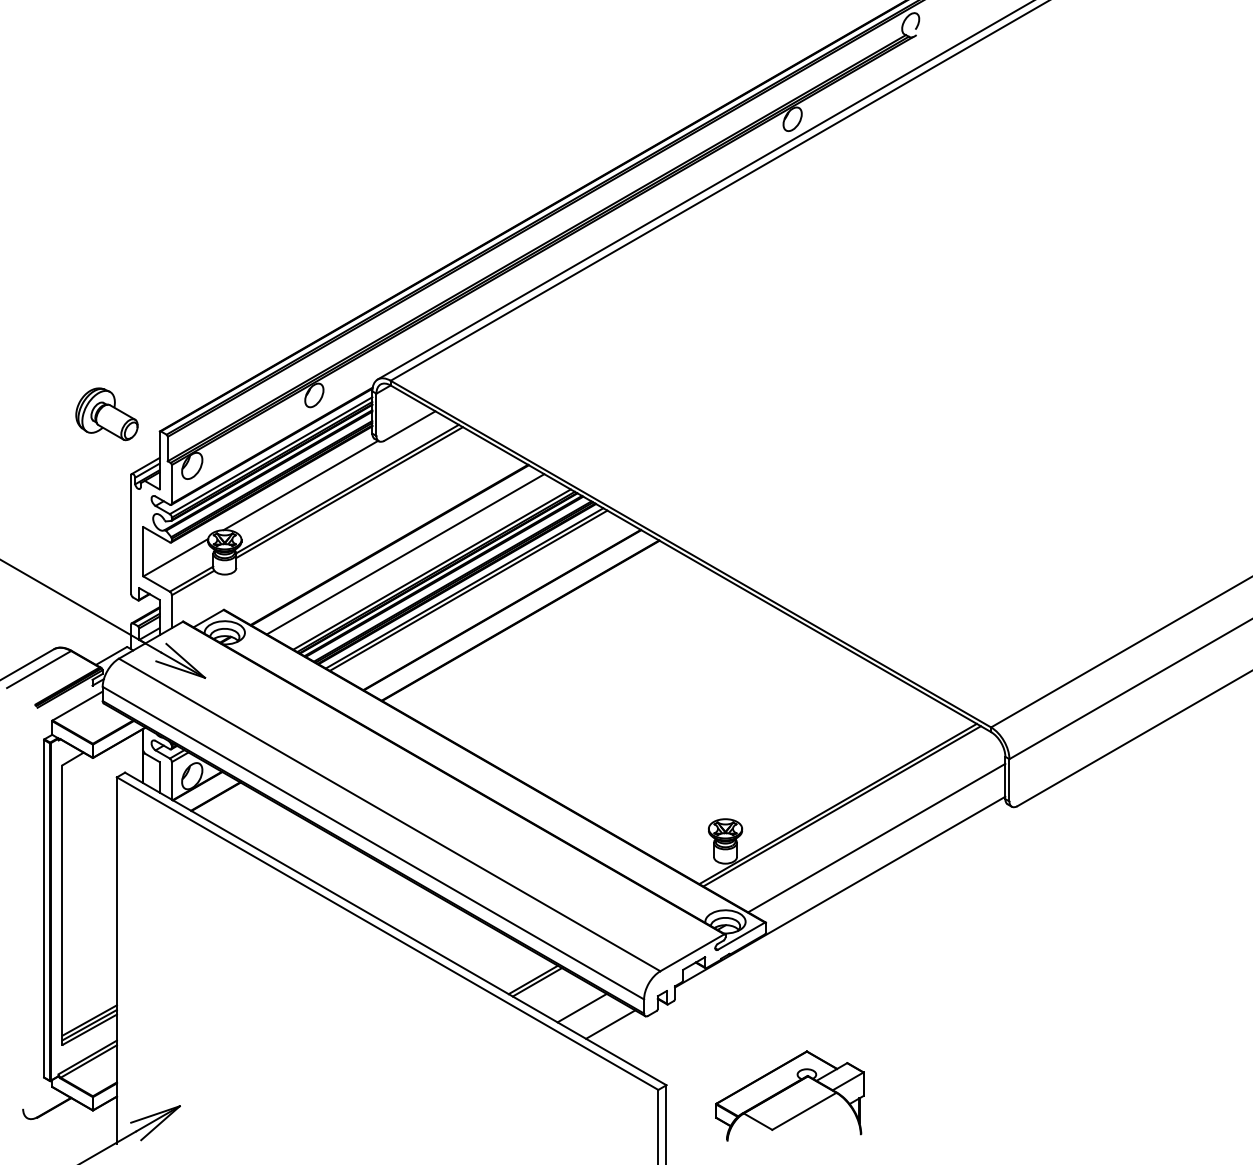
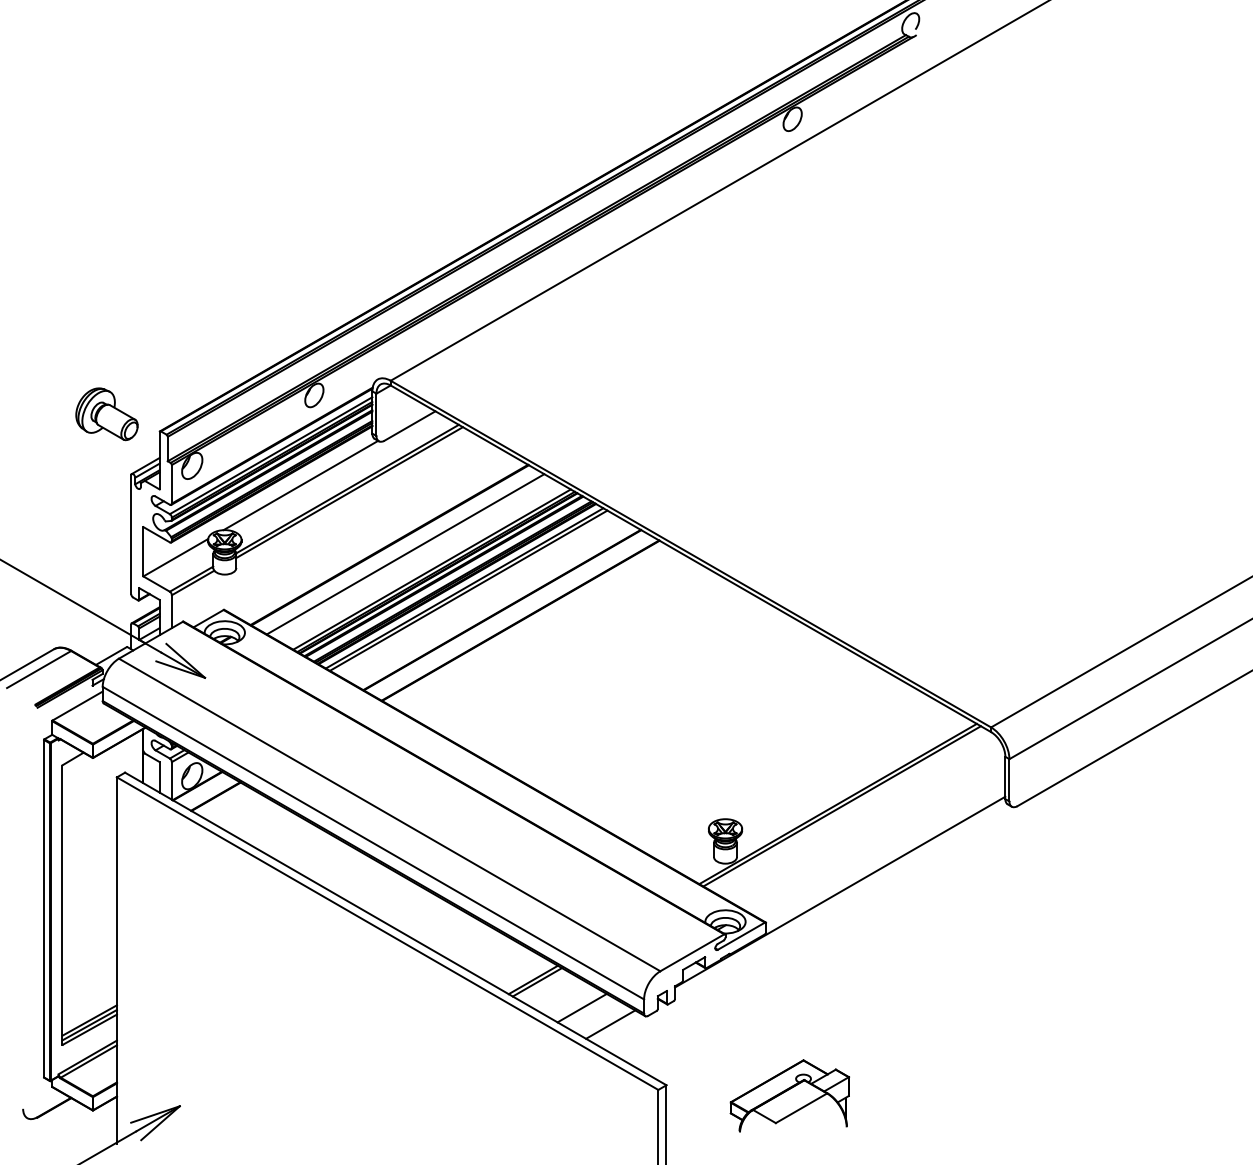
line at (704, 190): present -> none
line at (876, 837): present -> none
part at (789, 1095) size: 150x92 px -> 122x74 px
